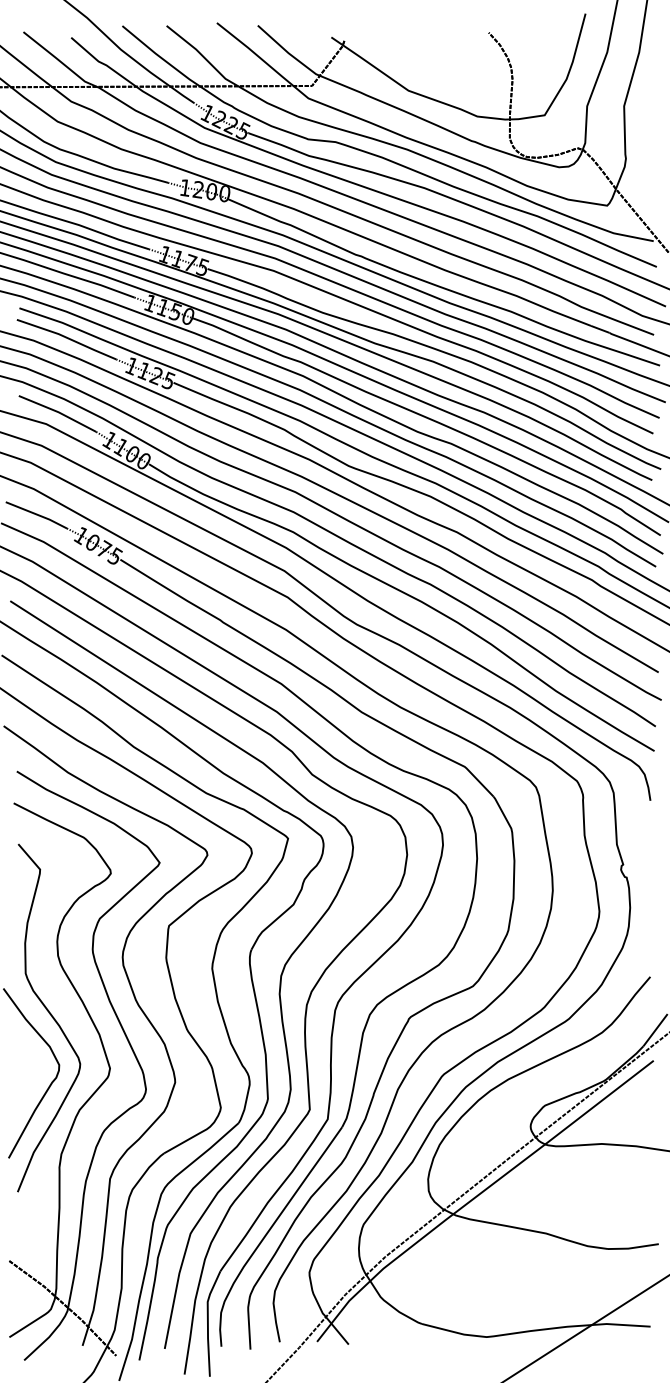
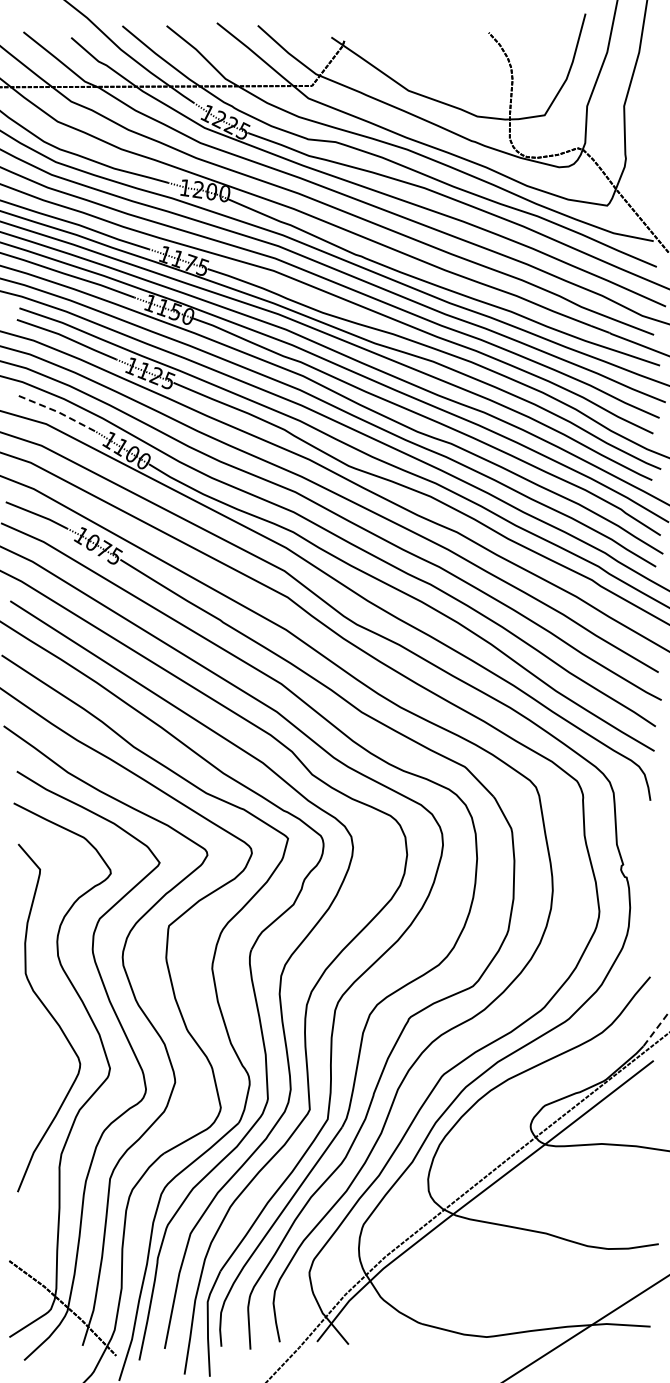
line at (58, 412): solid -> dashed
line at (655, 1030): solid -> dashed
curve at (49, 1084): present -> none
